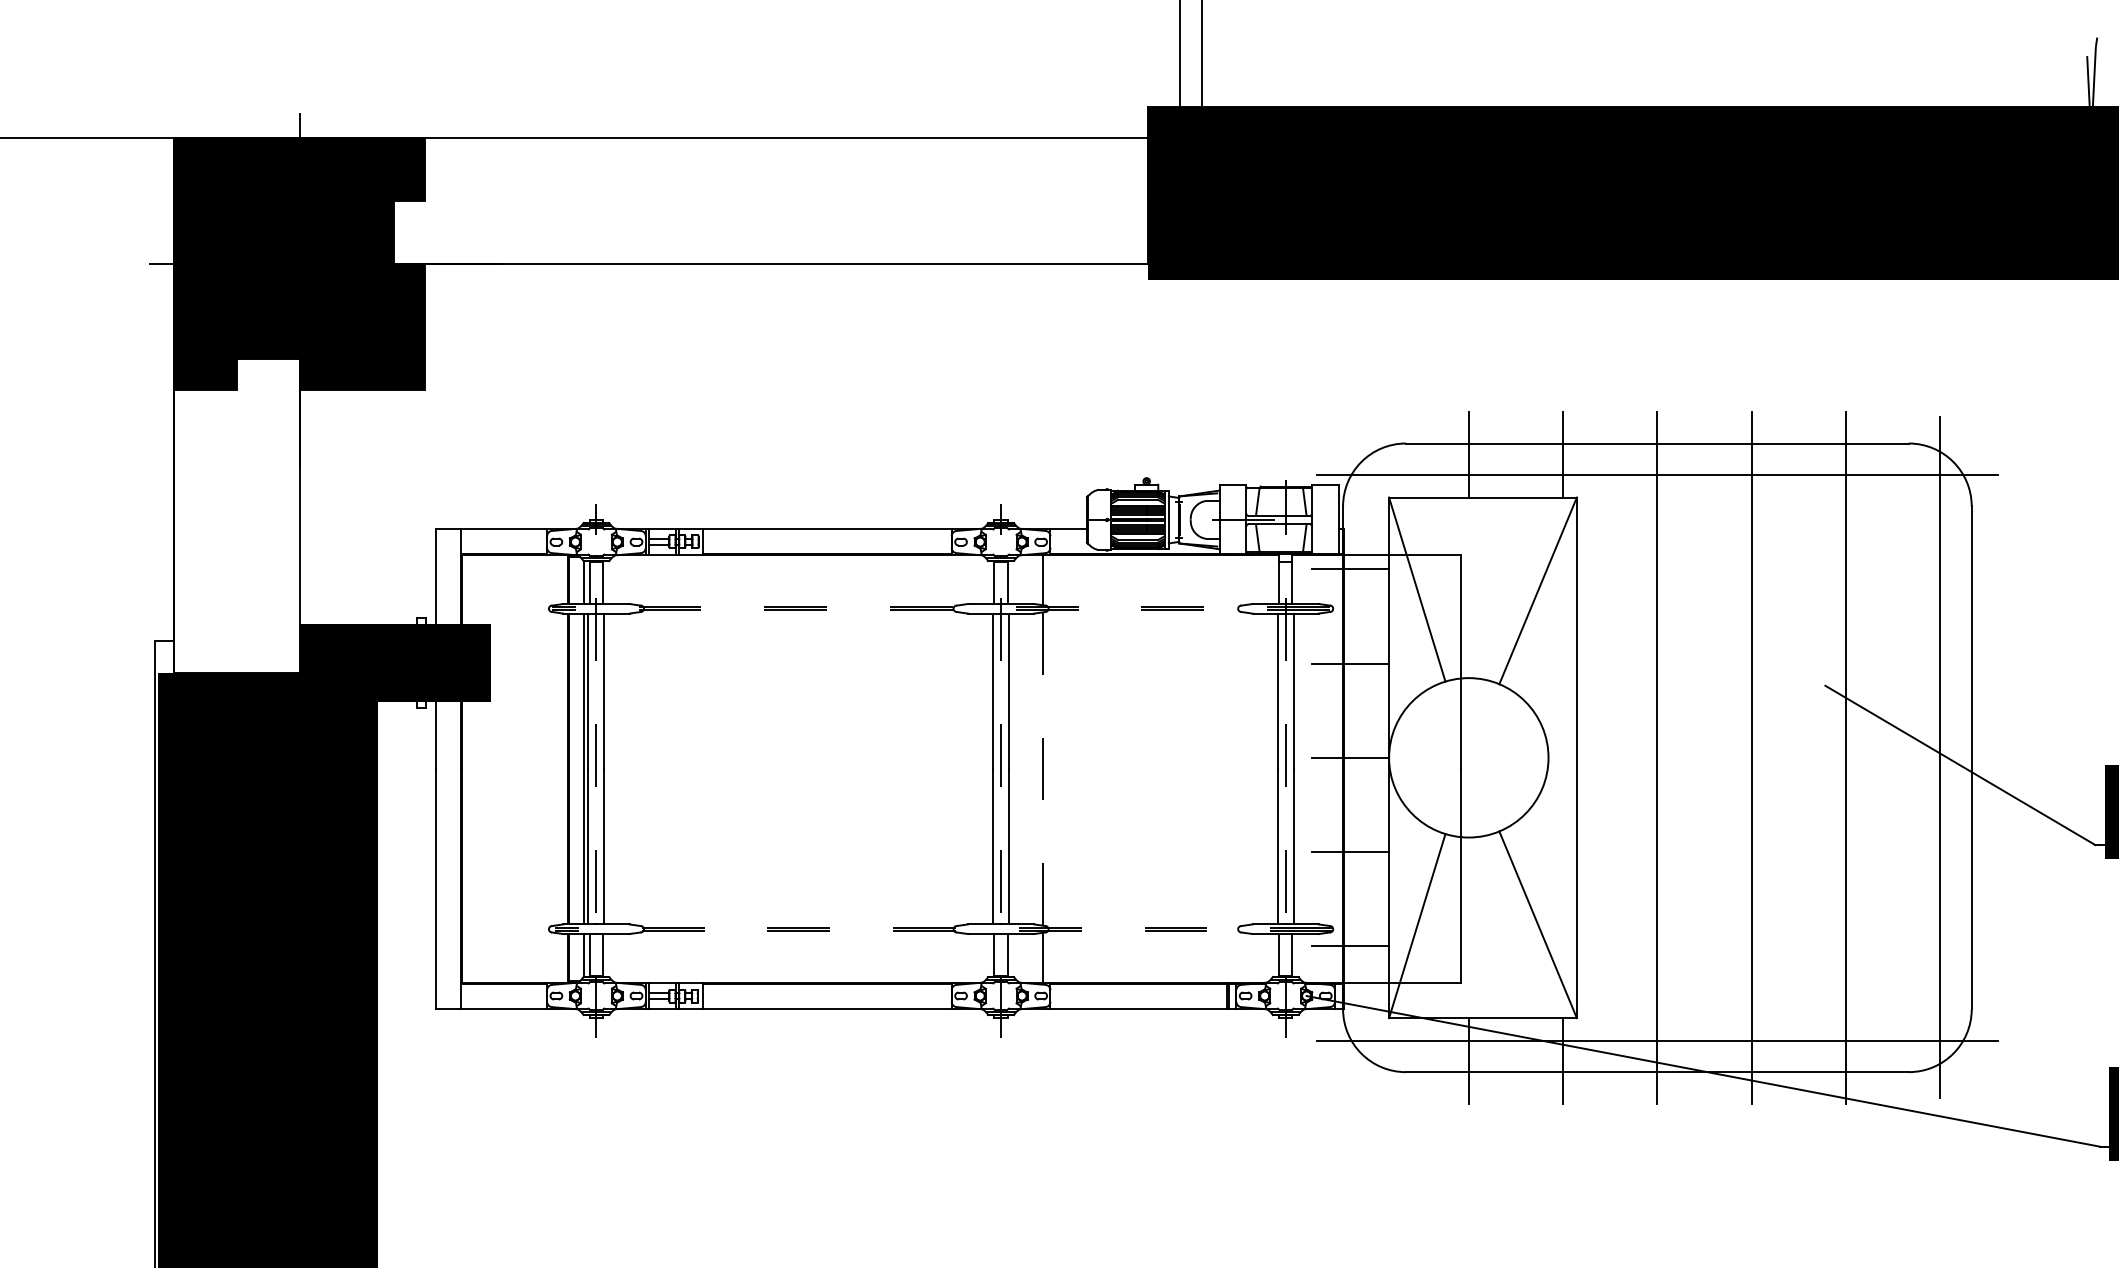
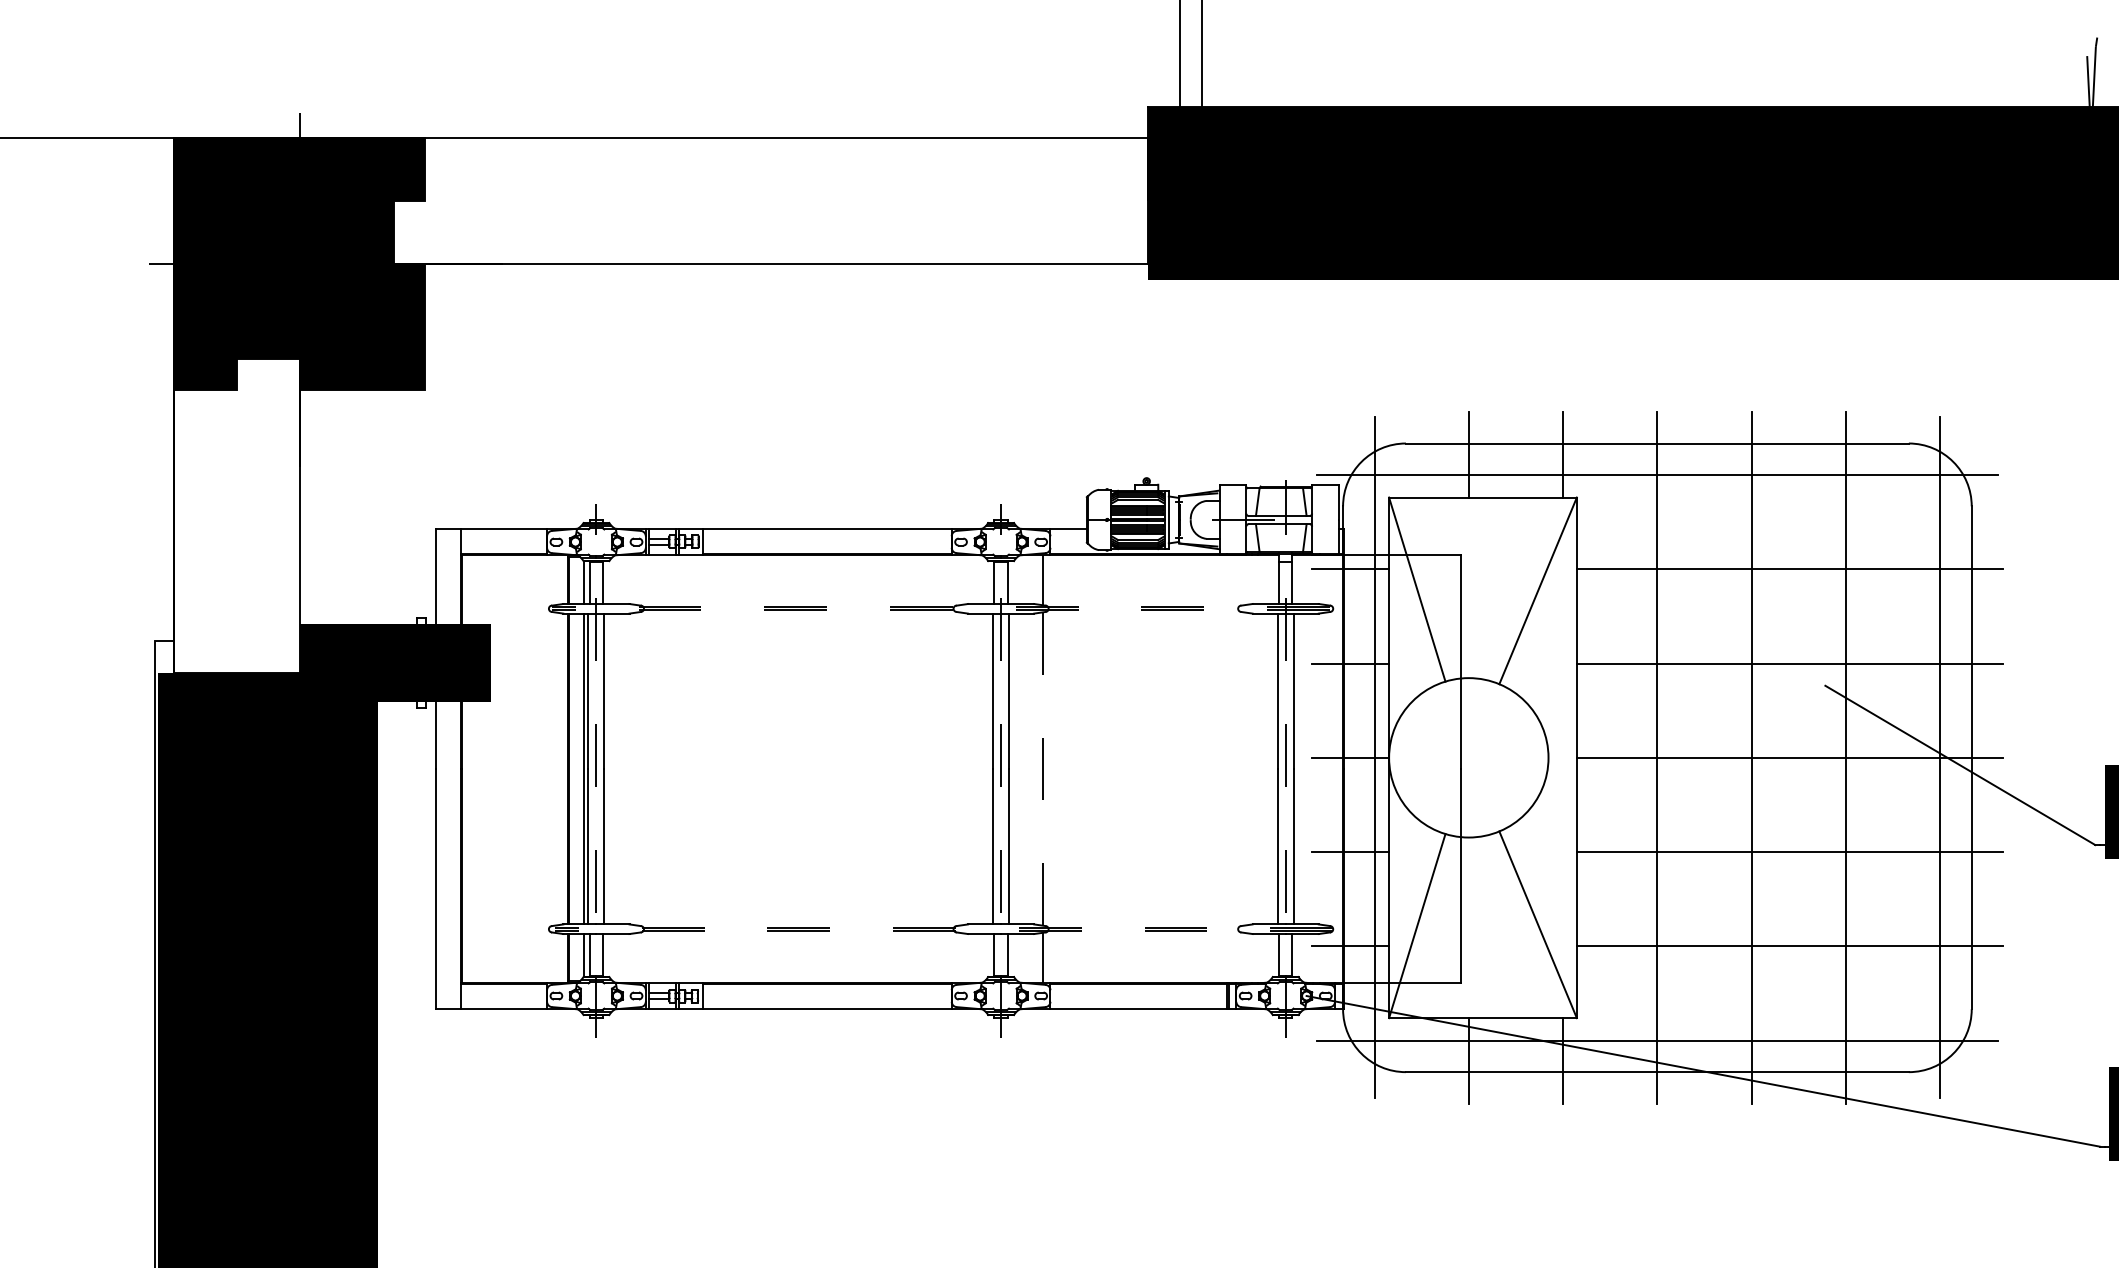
line at (1789, 569): none -> present
line at (1789, 663): none -> present
line at (1374, 757): none -> present
line at (1789, 757): none -> present
line at (1789, 852): none -> present
line at (1789, 946): none -> present
